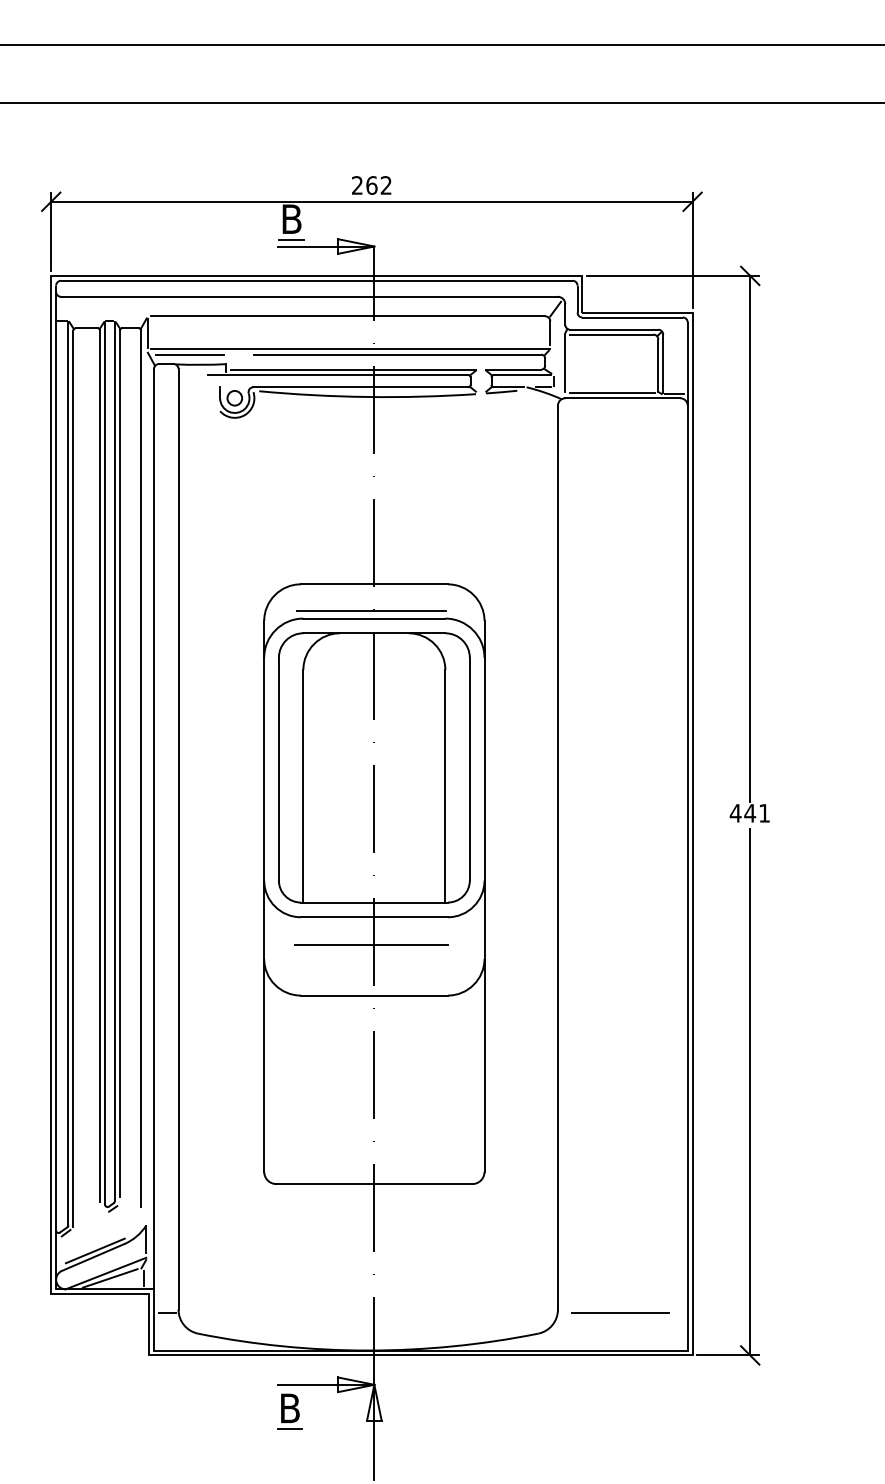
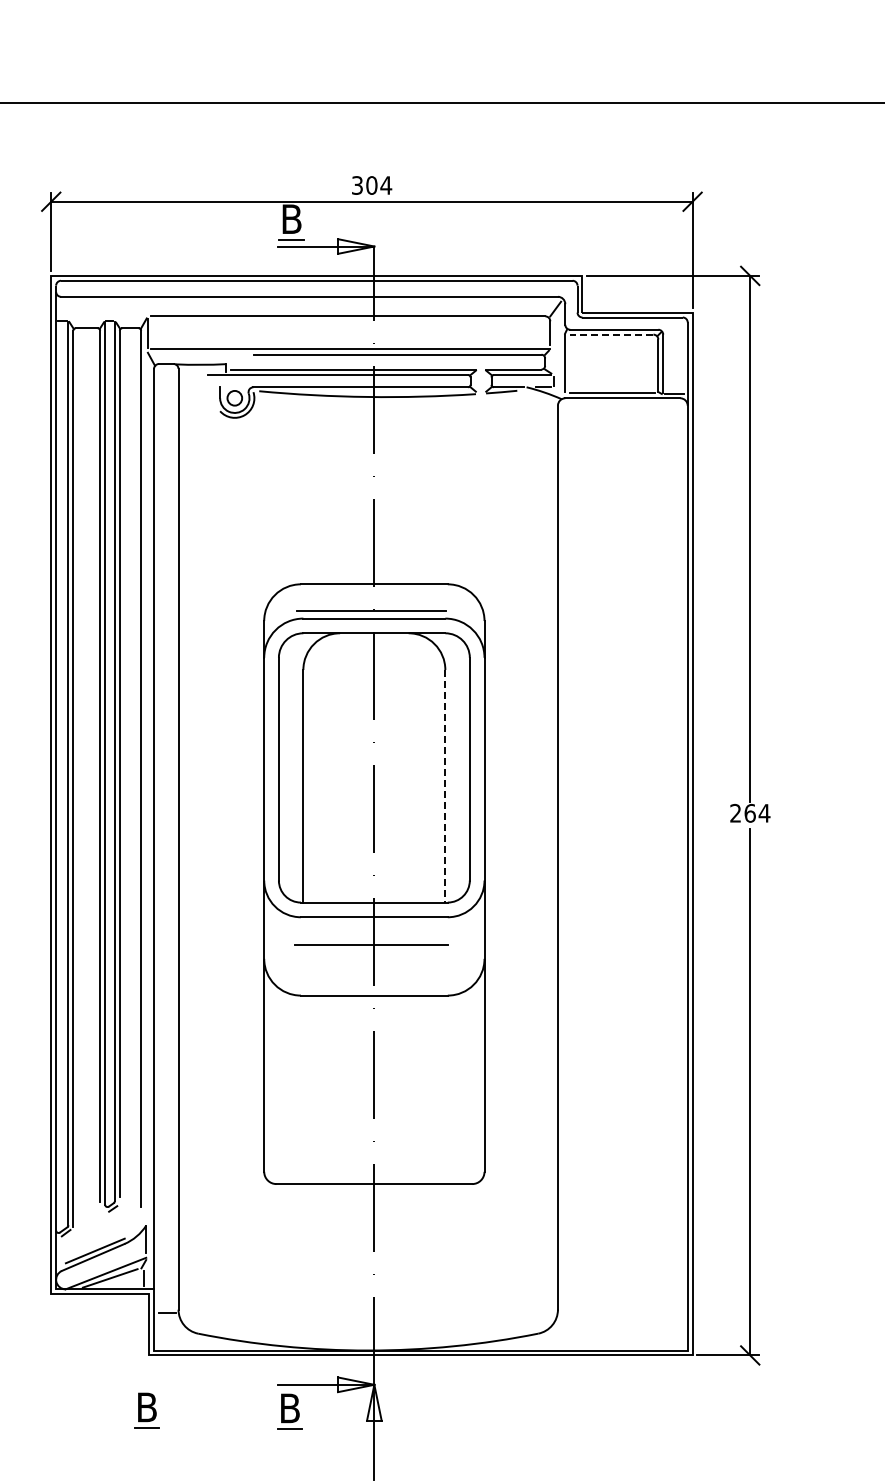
line at (441, 44): present -> none
text at (372, 185): 262 -> 304
line at (611, 334): solid -> dashed
line at (190, 354): present -> none
line at (445, 786): solid -> dashed
text at (749, 812): 441 -> 264
line at (620, 1312): present -> none
part at (146, 1410): none -> present
